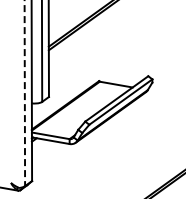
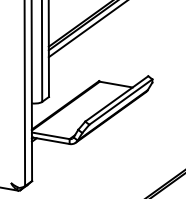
line at (86, 29): none -> present
line at (24, 93): dashed -> solid
